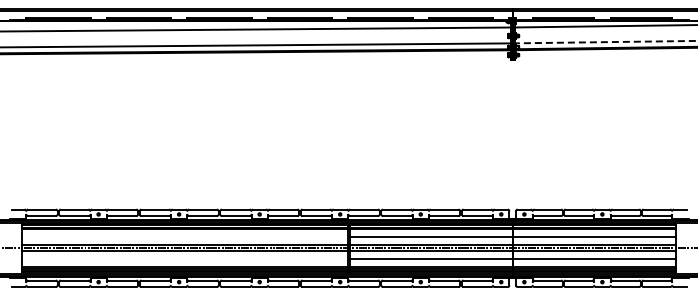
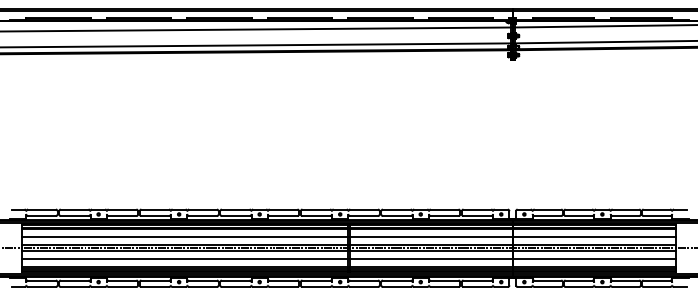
line at (605, 42): dashed -> solid
line at (184, 237): none -> present
line at (184, 259): none -> present
